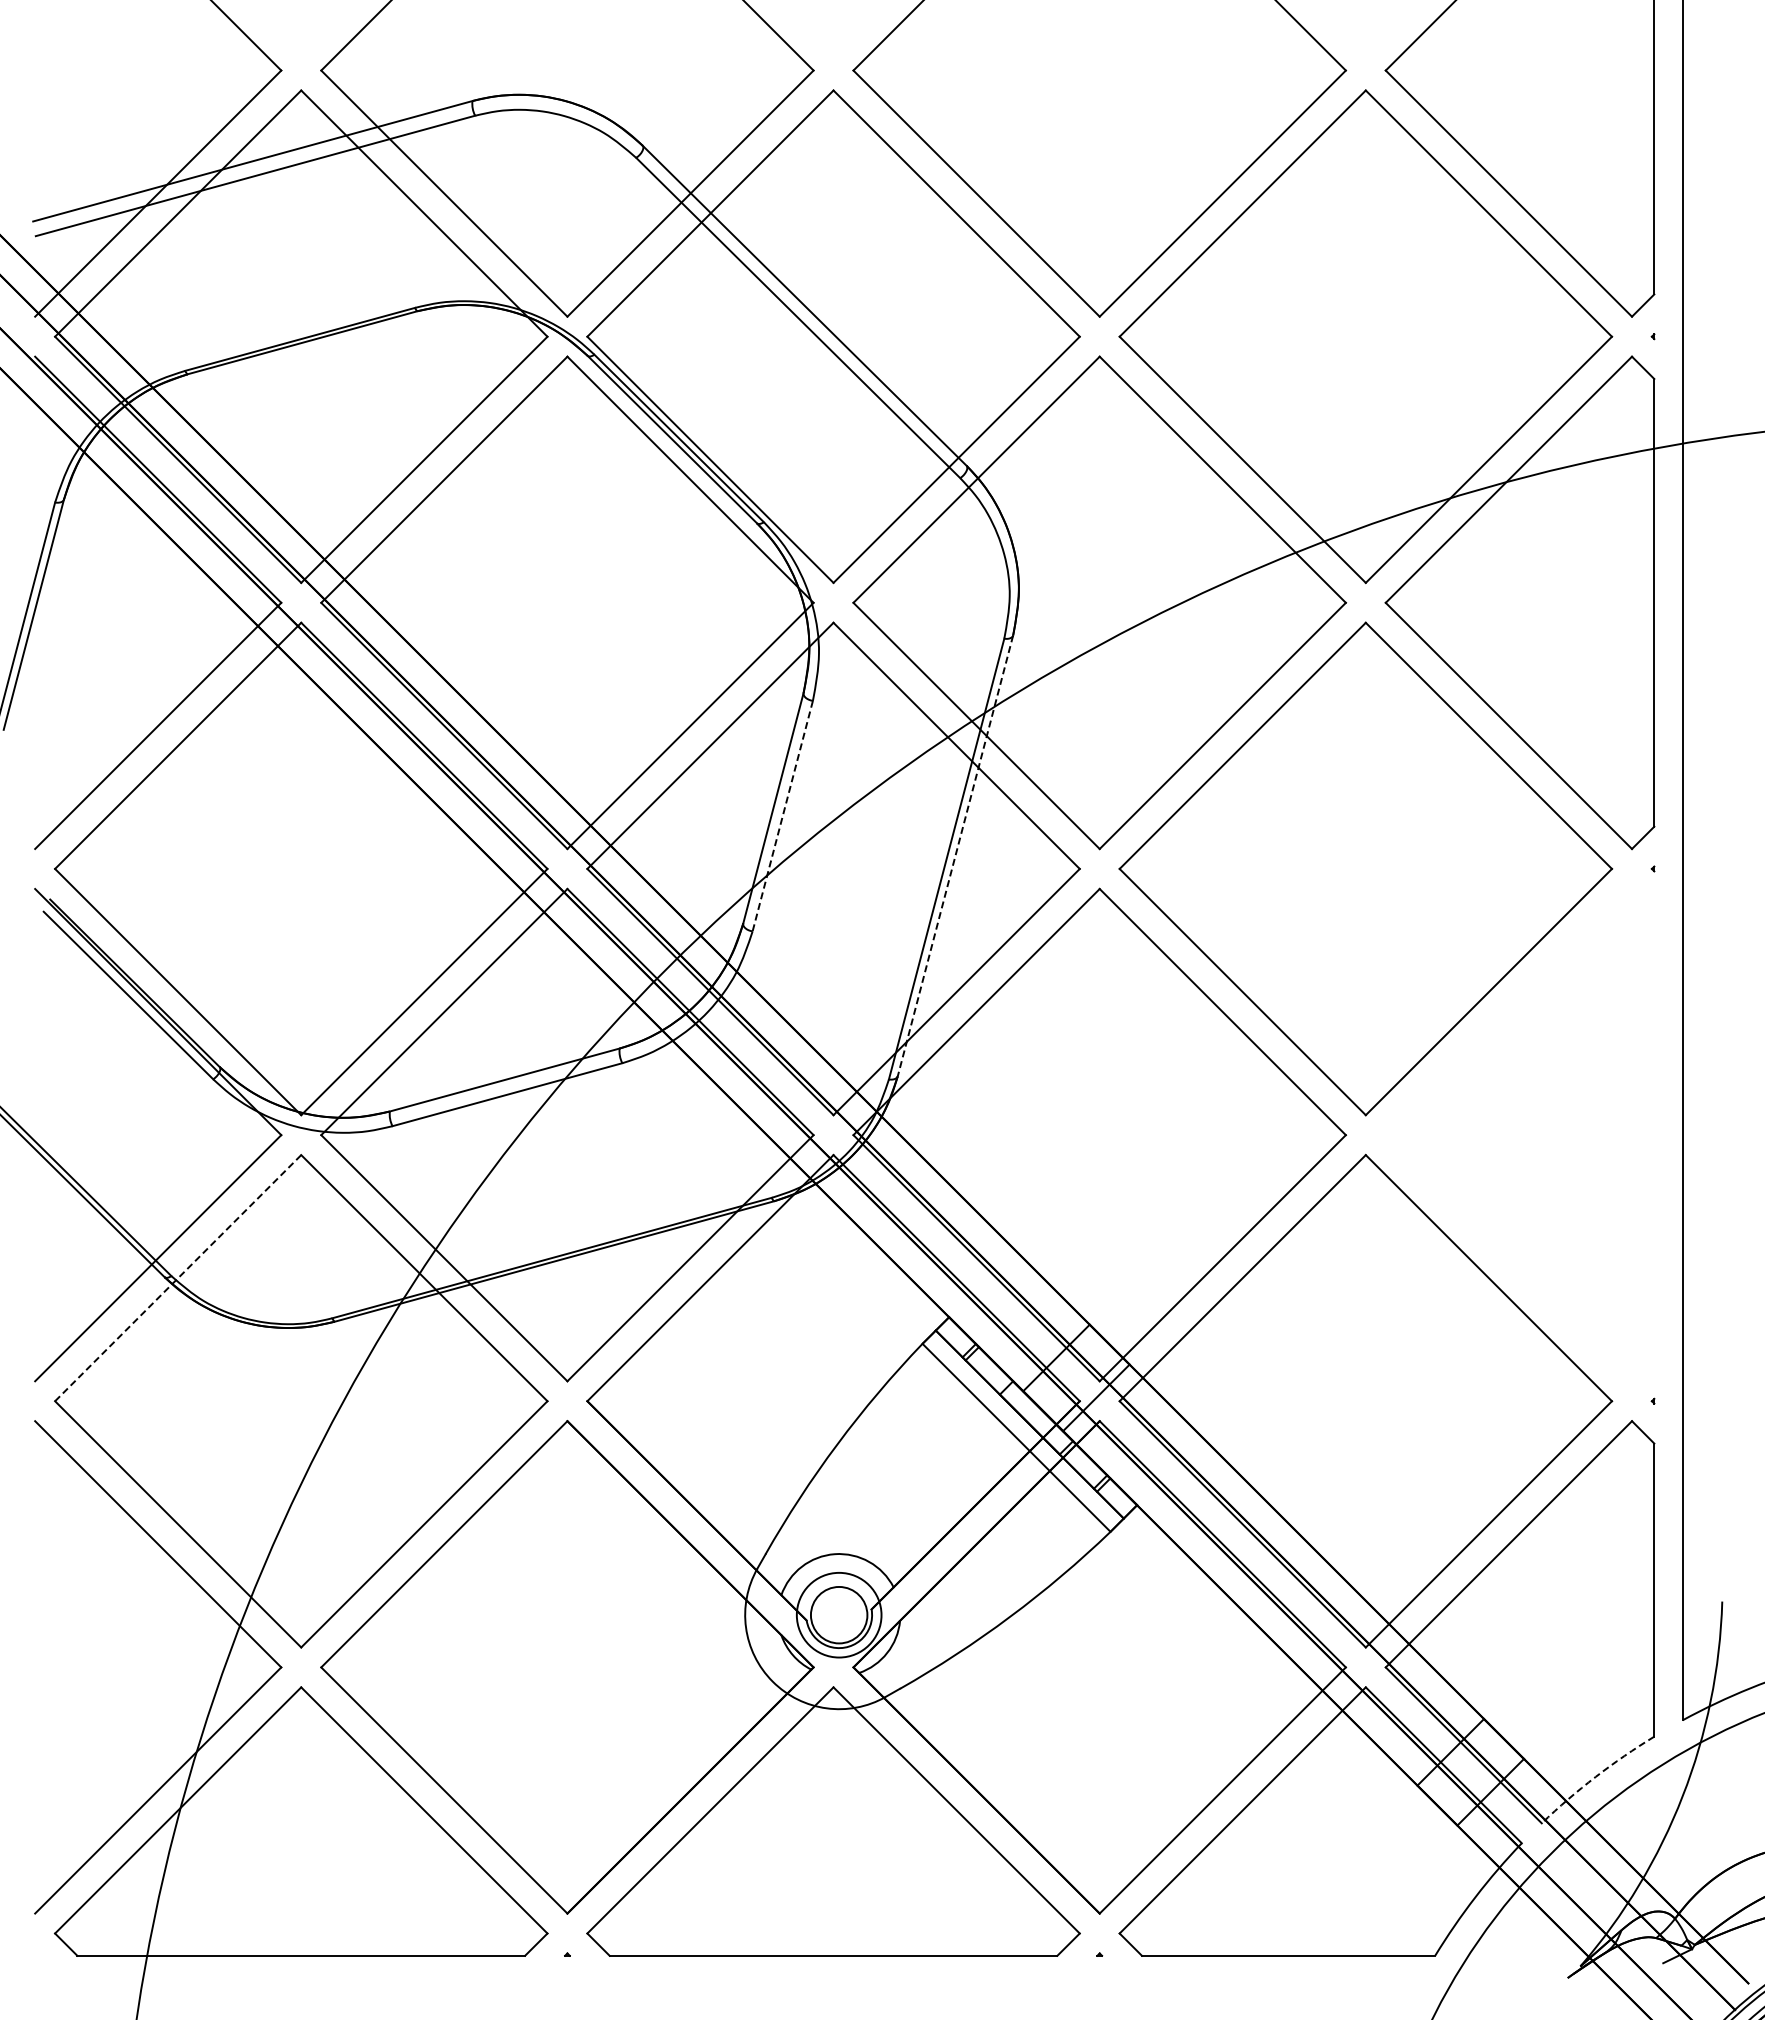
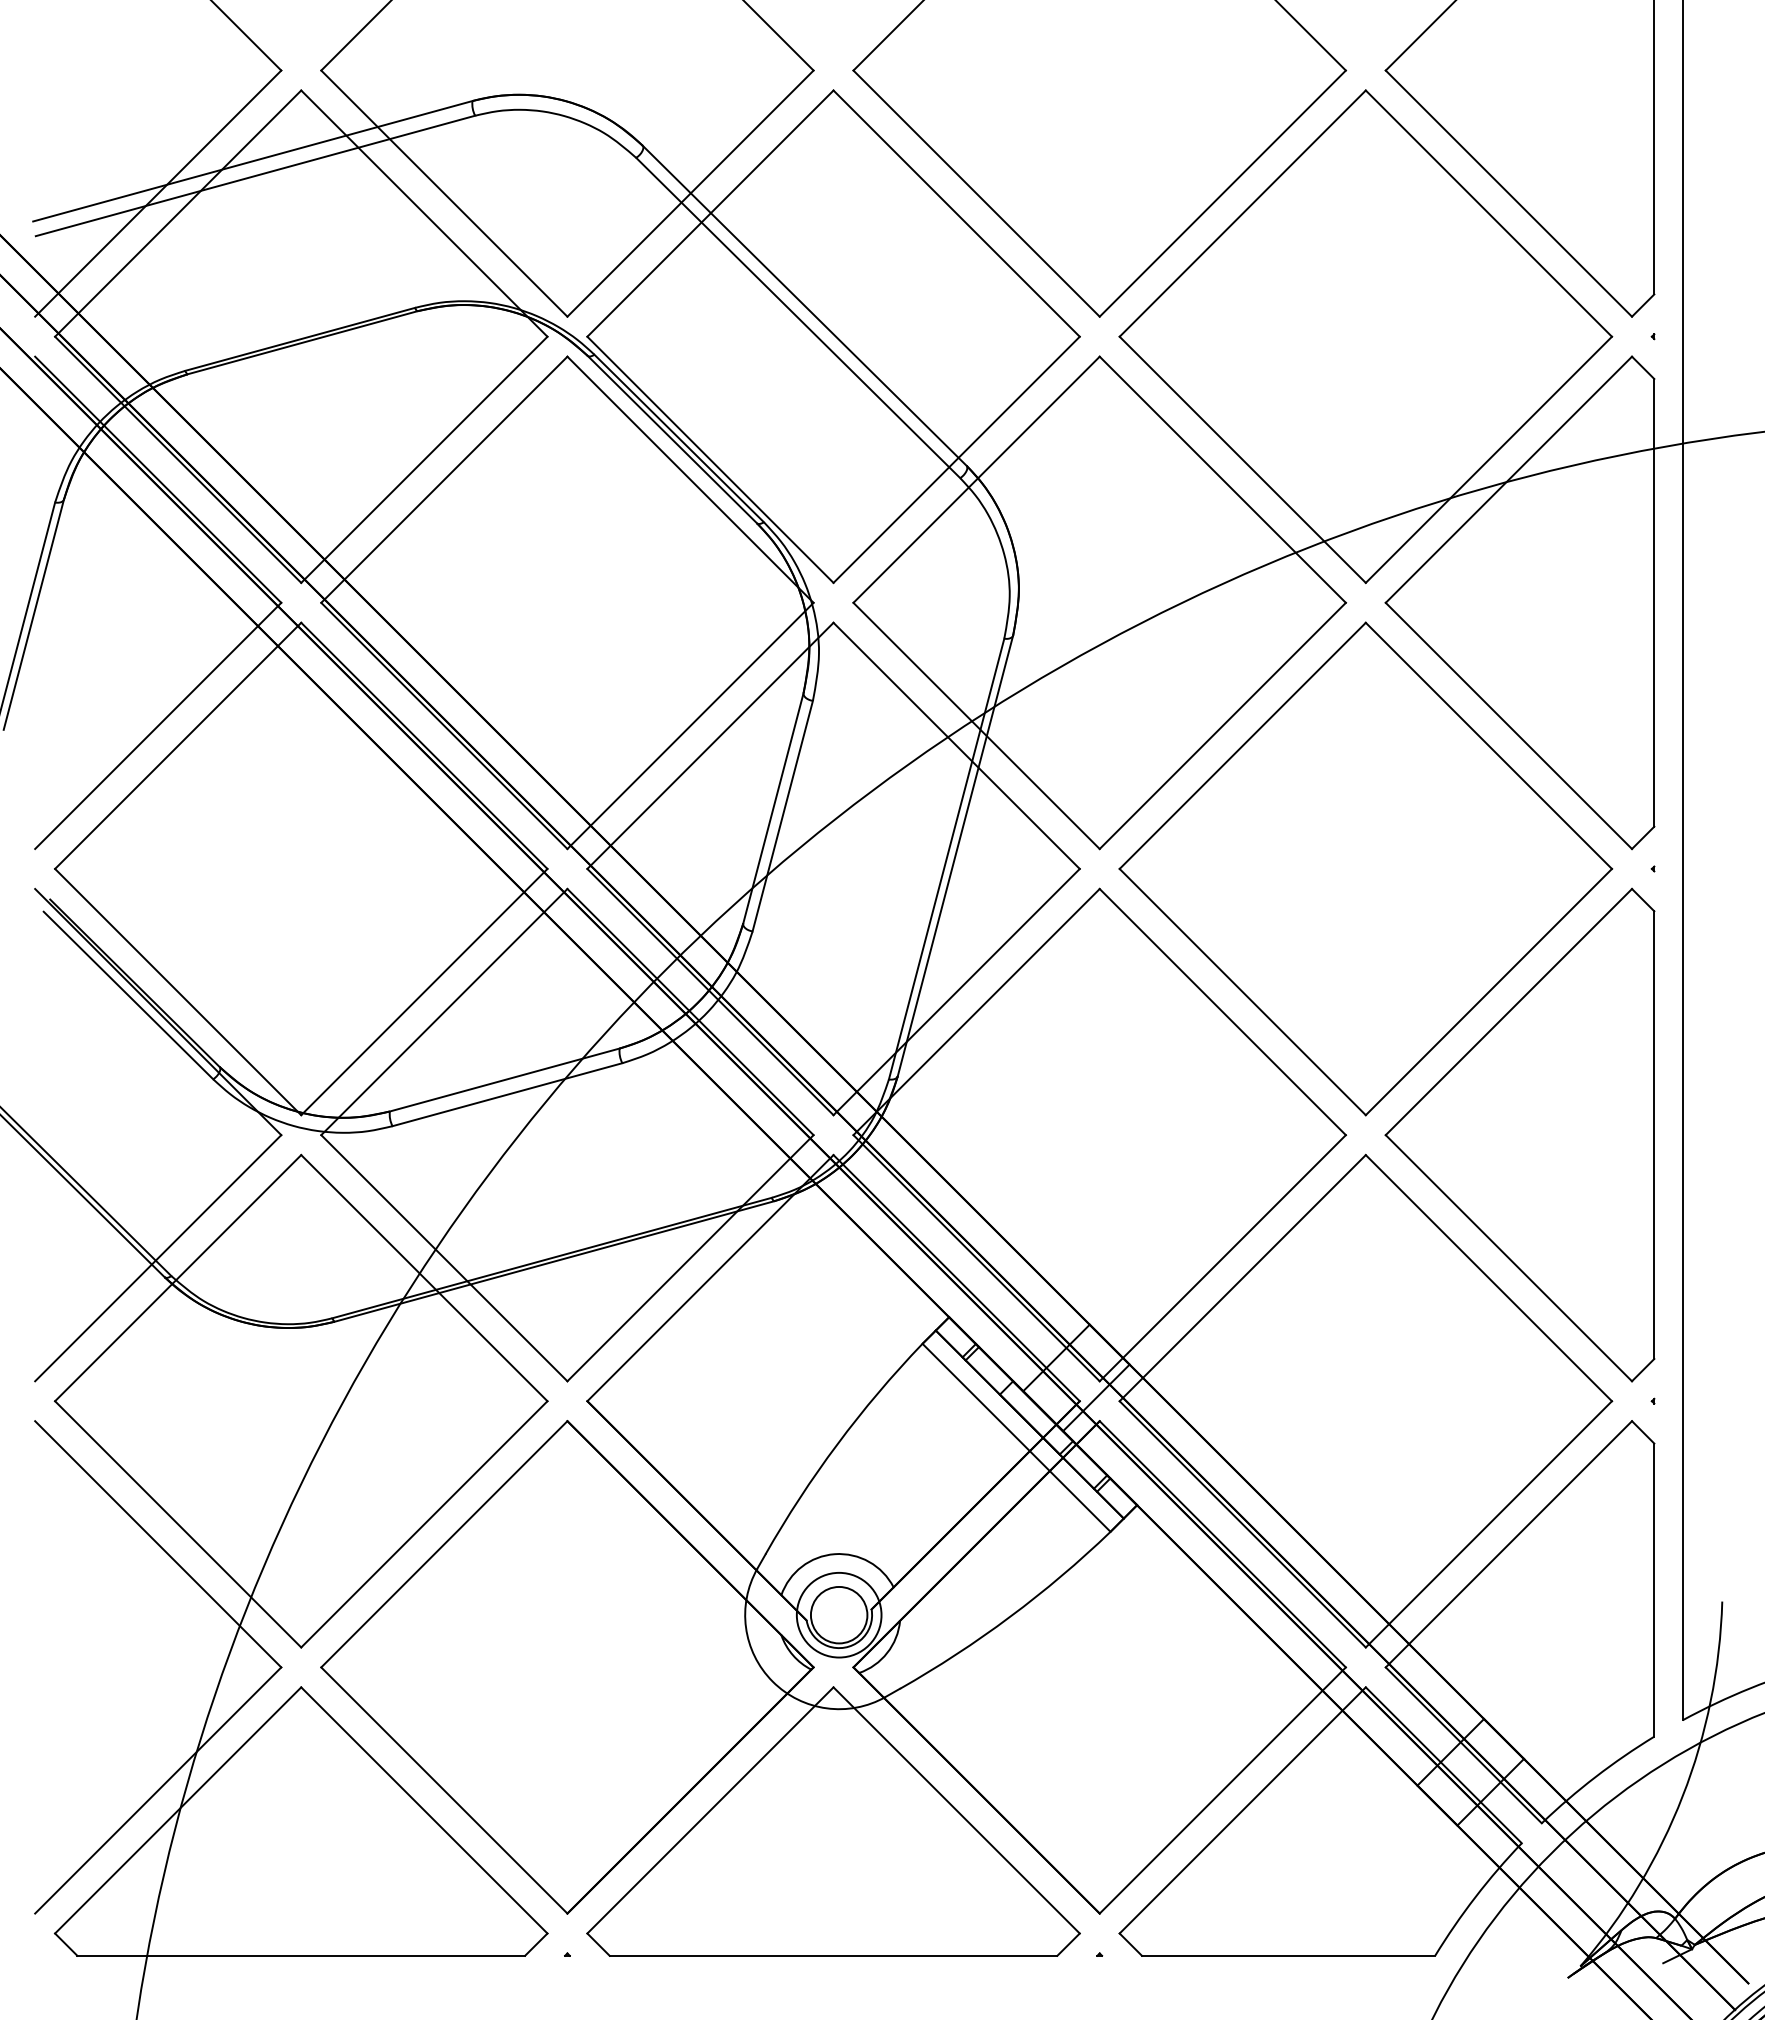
line at (782, 816): dashed -> solid
line at (955, 855): dashed -> solid
part at (1519, 1134): none -> present
line at (178, 1277): dashed -> solid
arc at (1595, 1776): dashed -> solid
